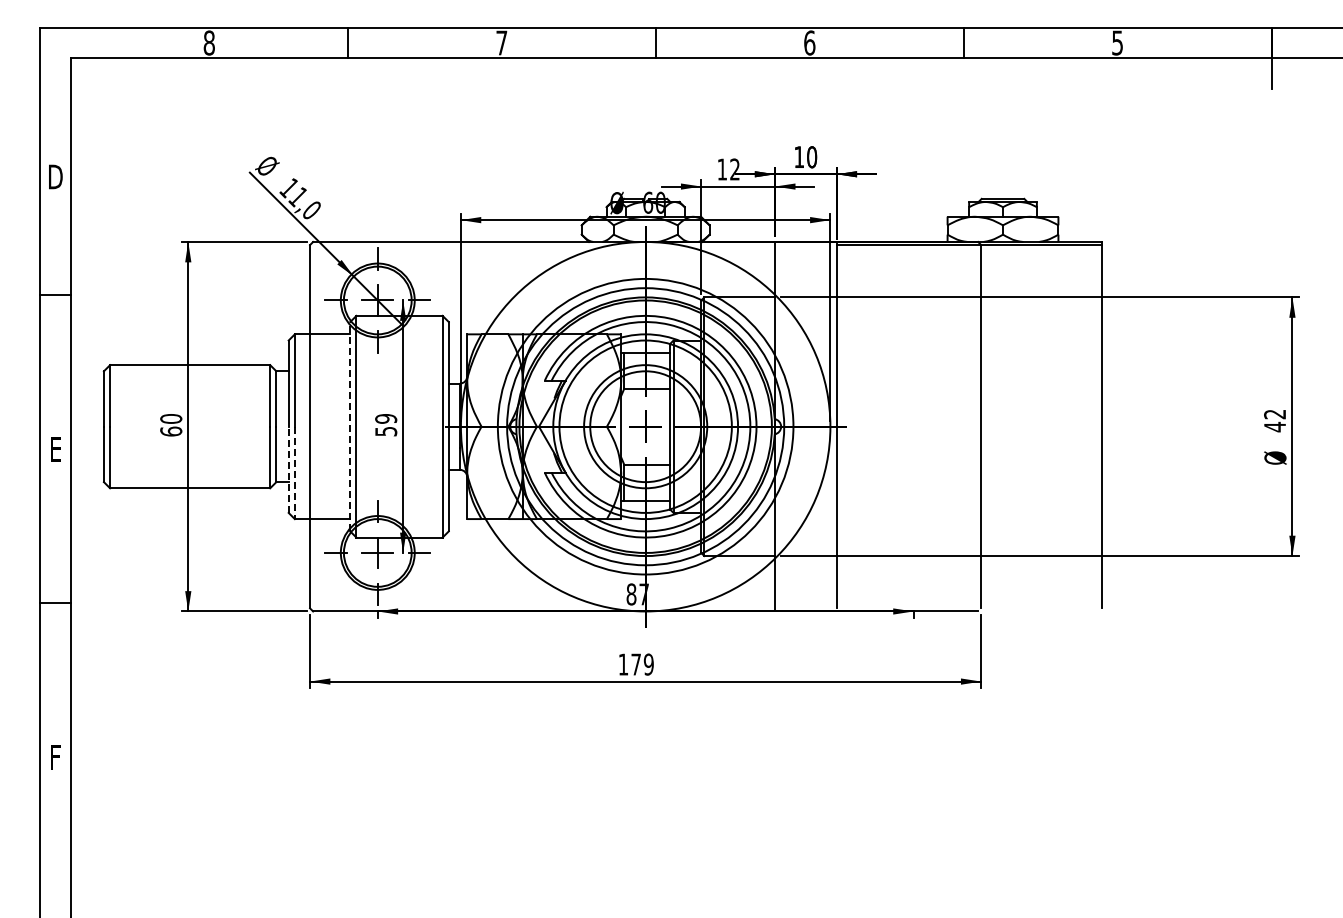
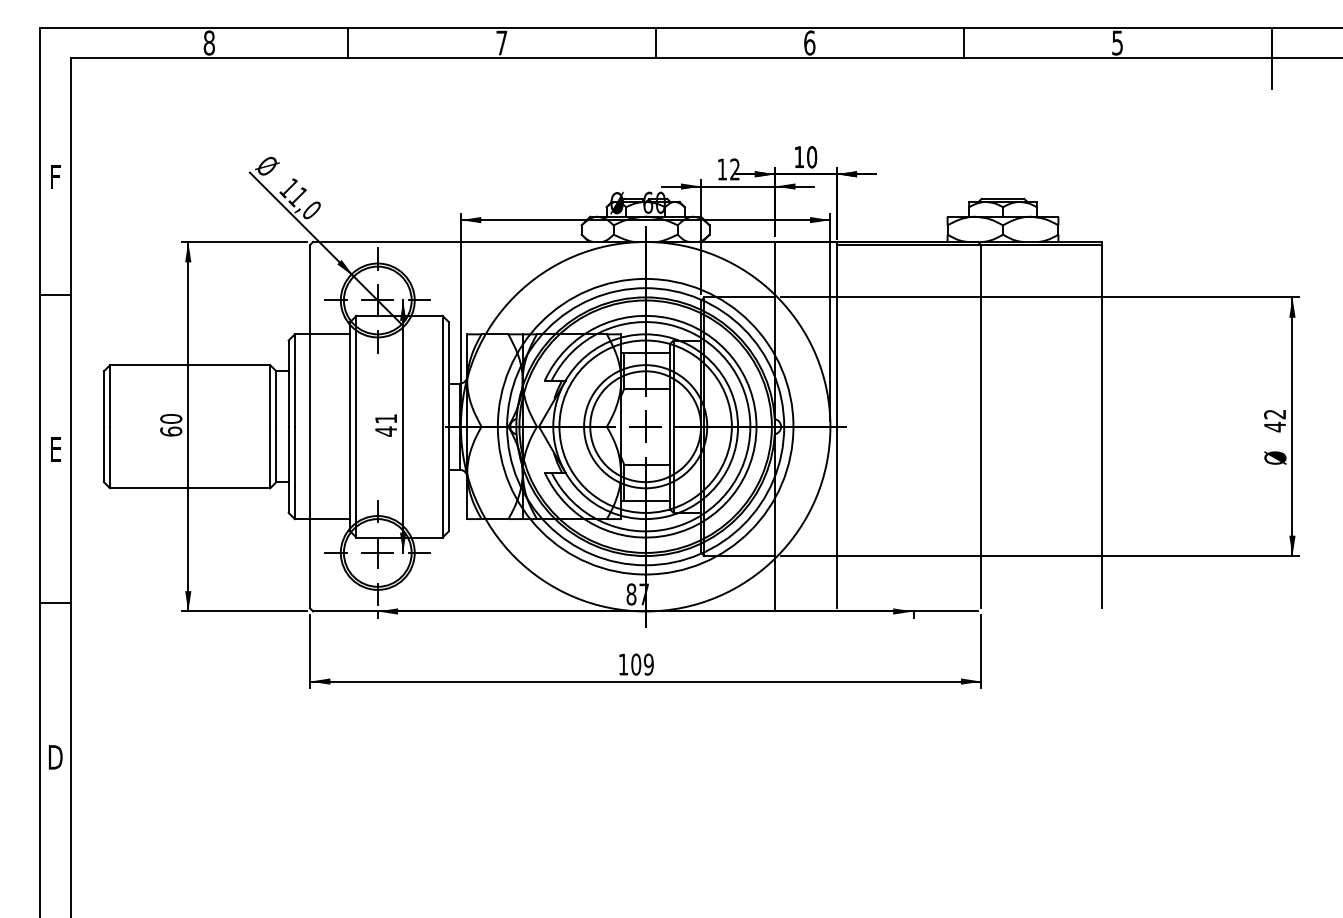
text at (55, 176): D -> F
text at (386, 425): 59 -> 41
line at (350, 426): dashed -> solid
line at (288, 469): dashed -> solid
line at (294, 473): dashed -> solid
text at (636, 664): 179 -> 109
text at (55, 757): F -> D
